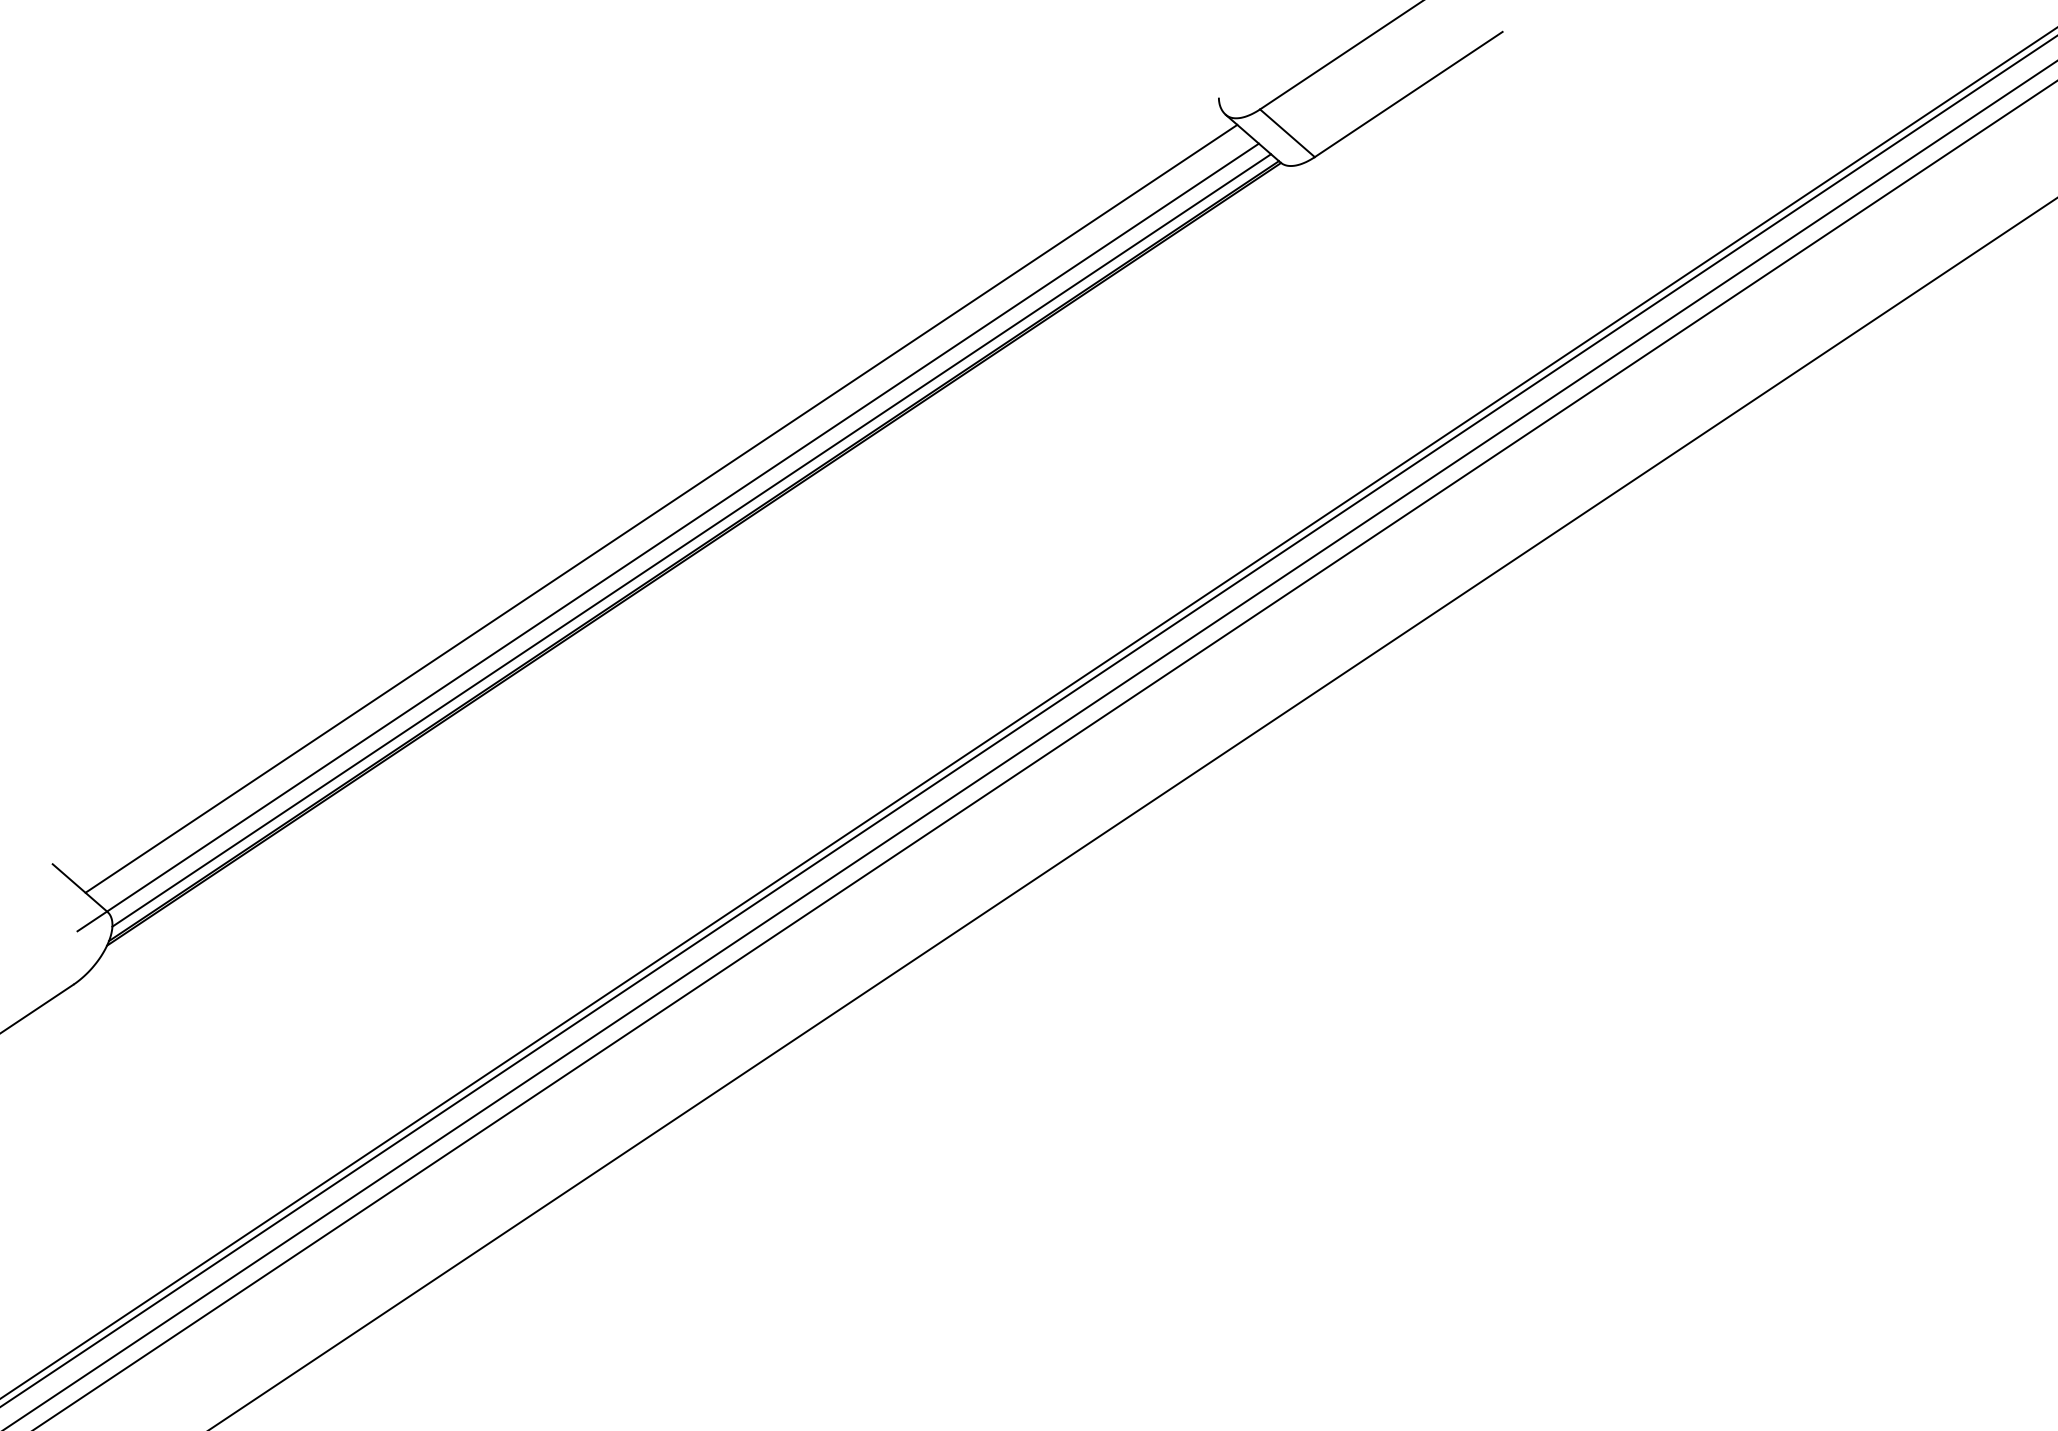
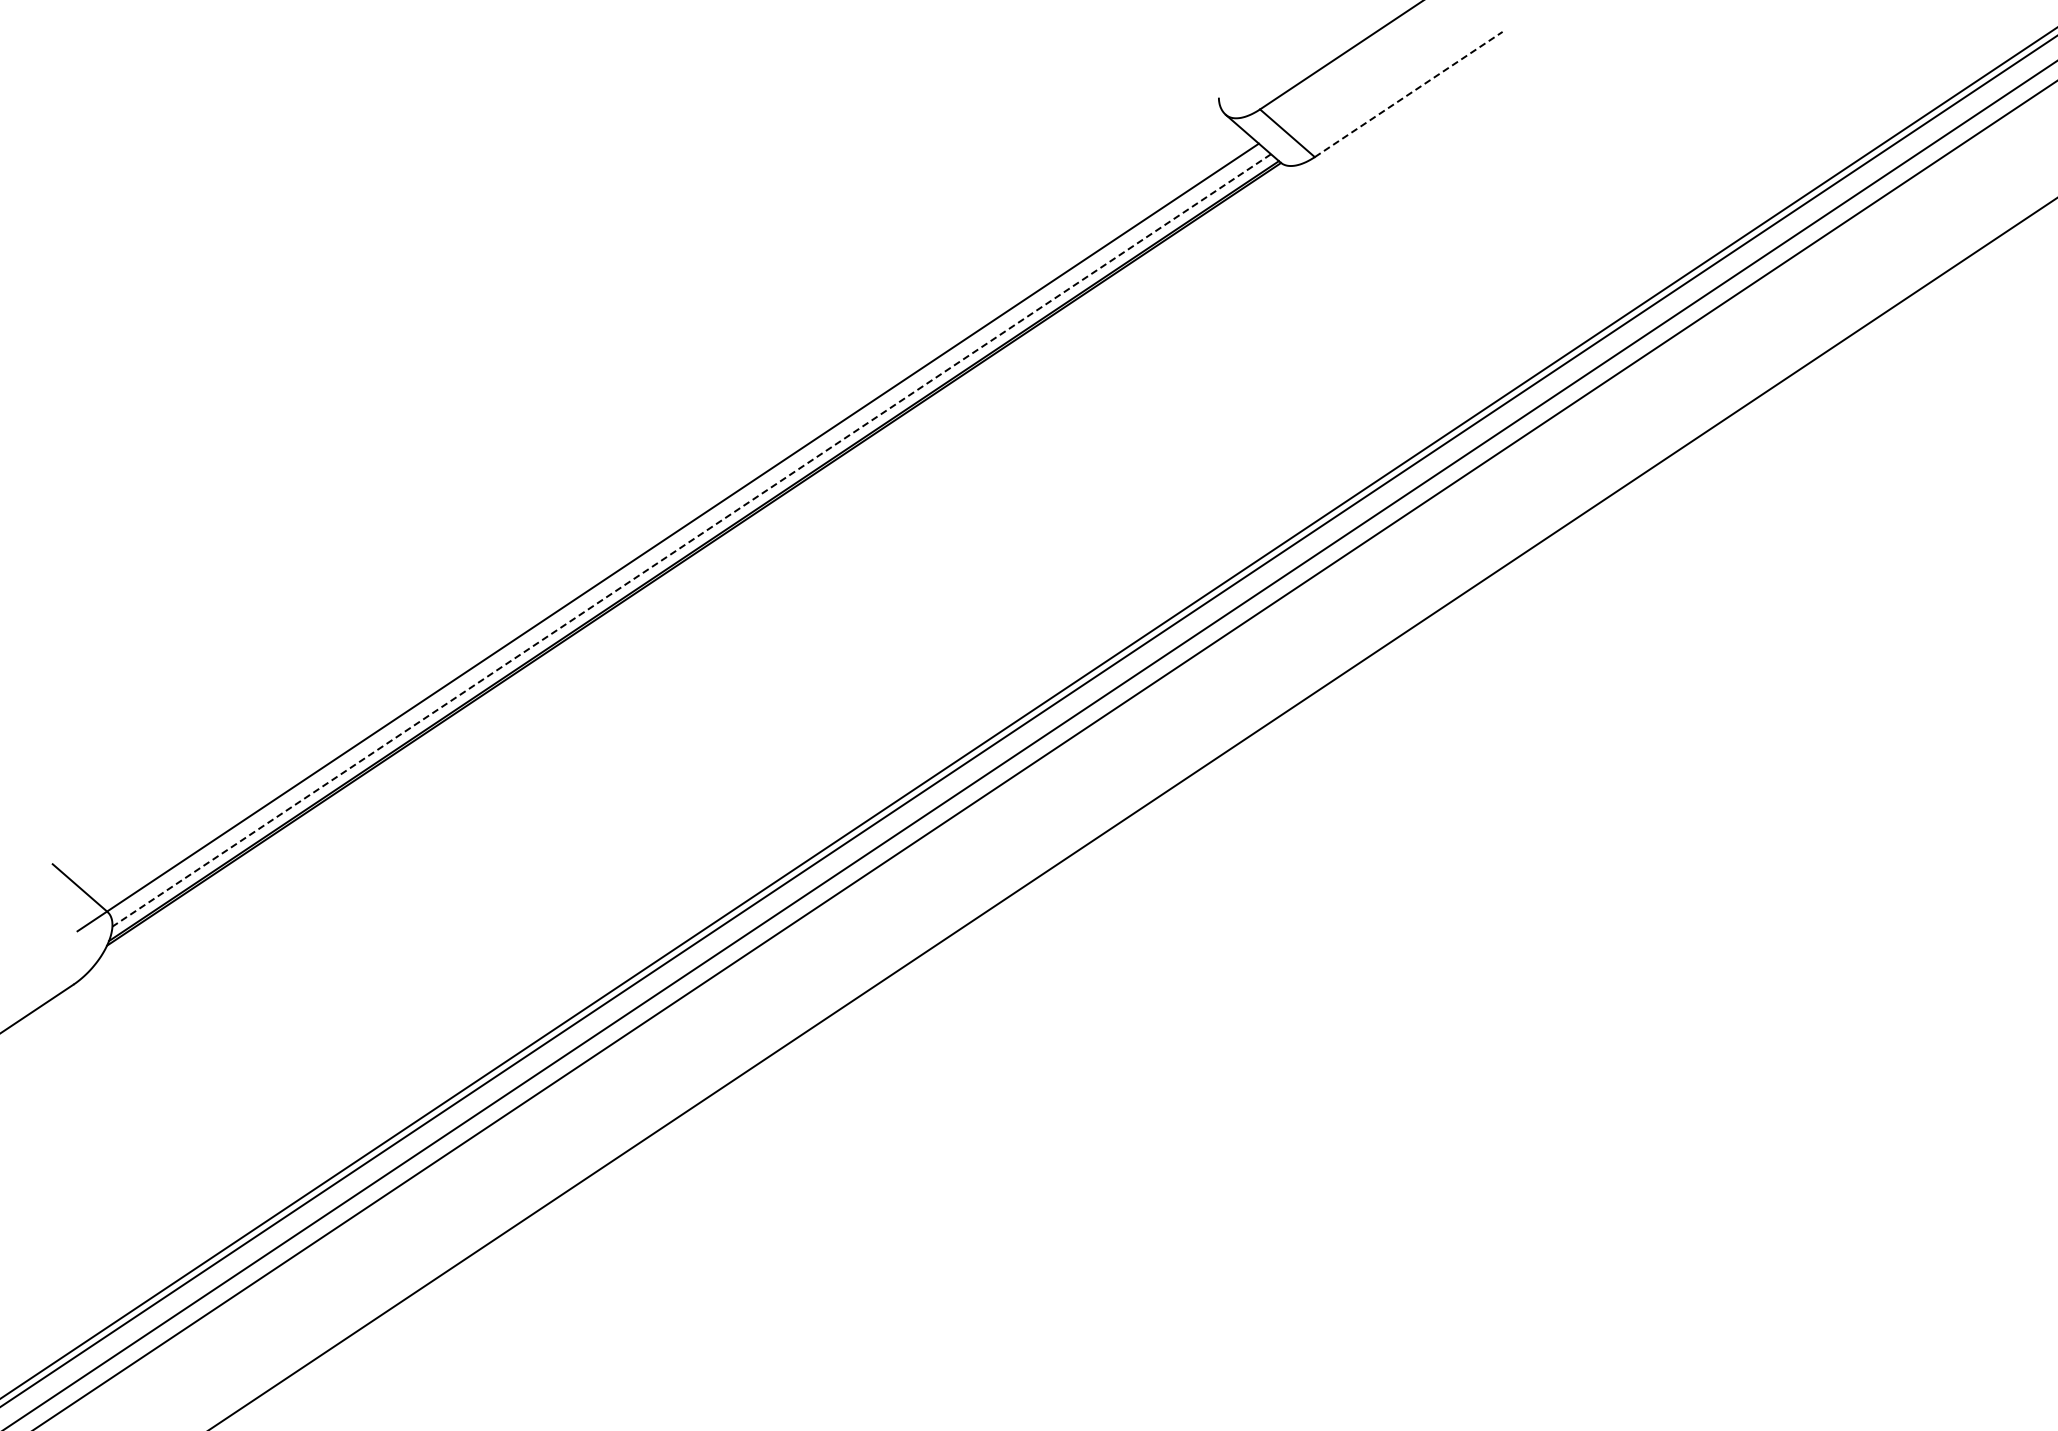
line at (1408, 94): solid -> dashed
line at (661, 508): present -> none
line at (691, 540): solid -> dashed
